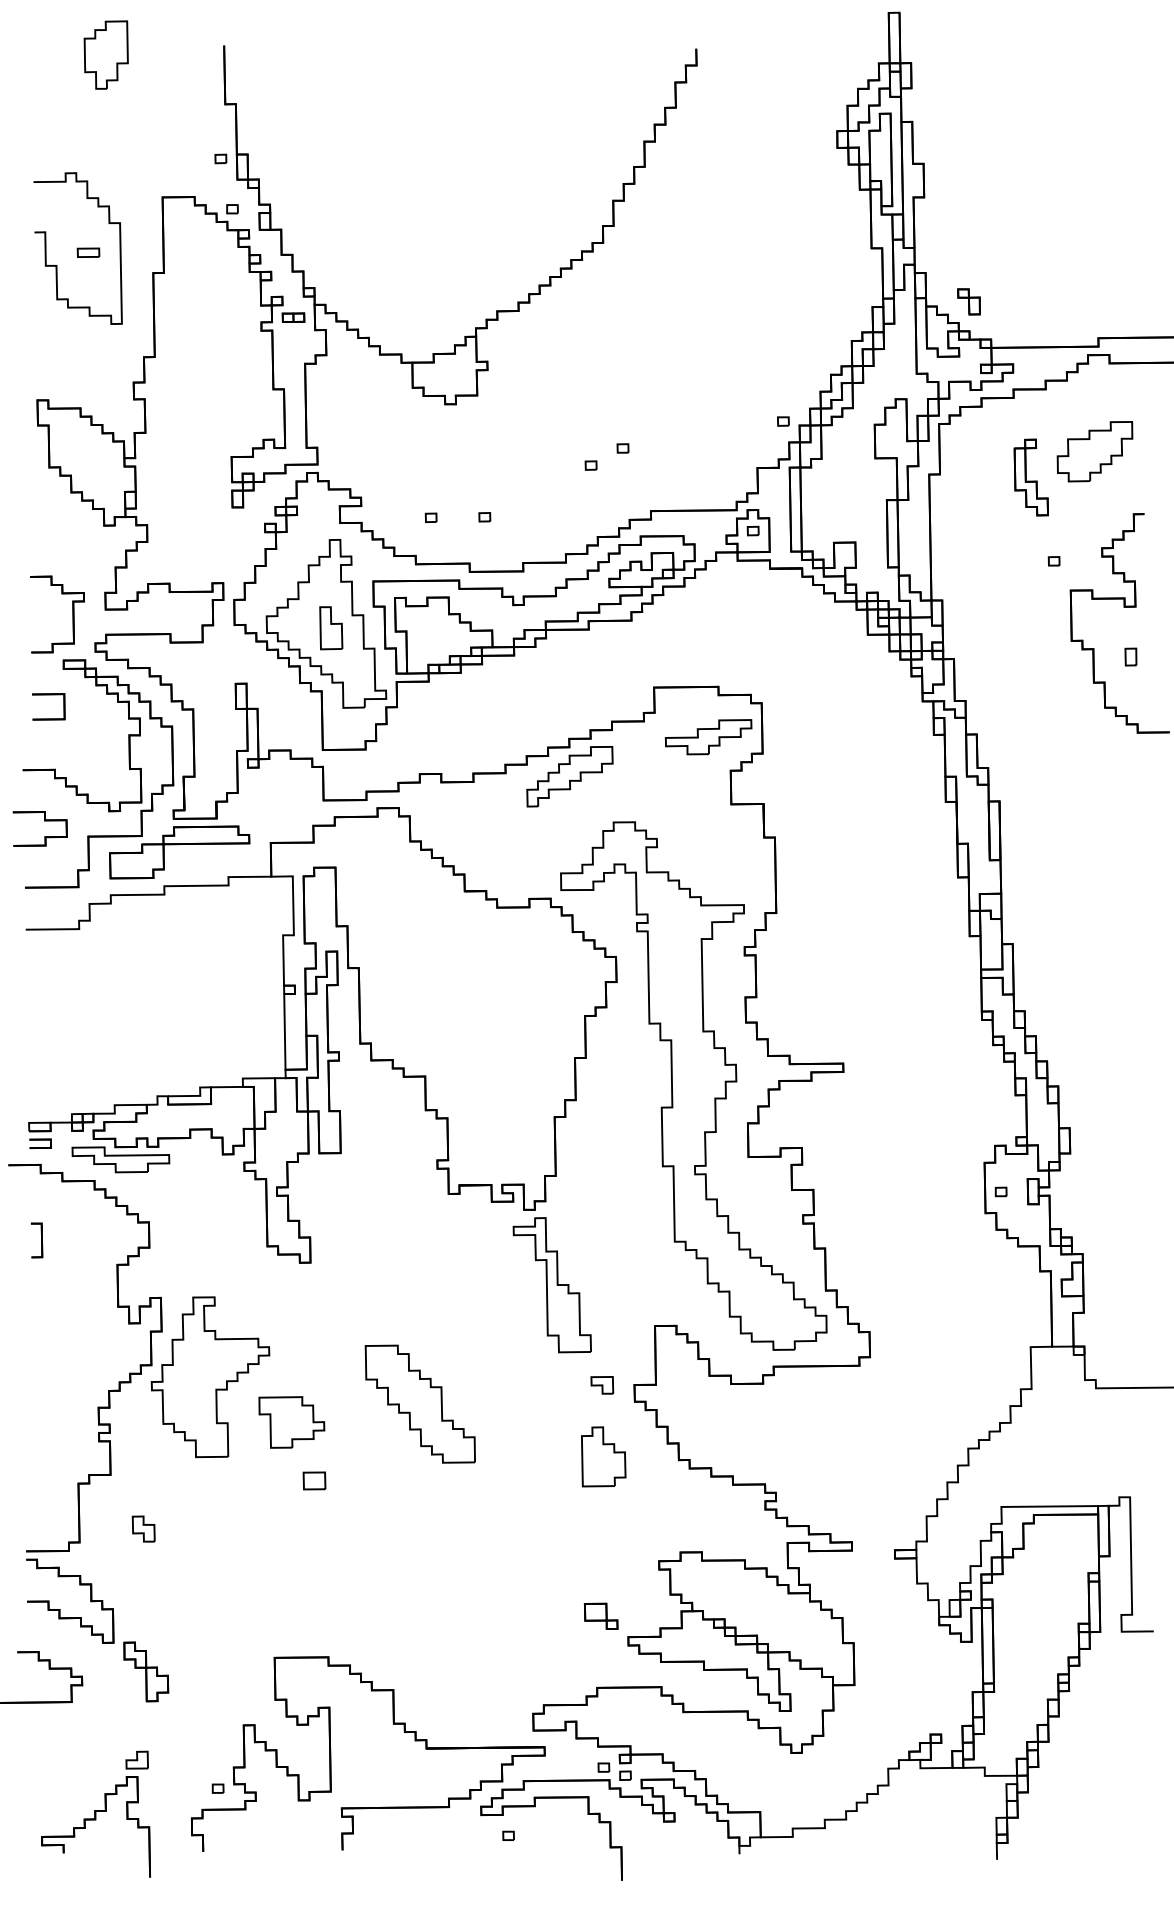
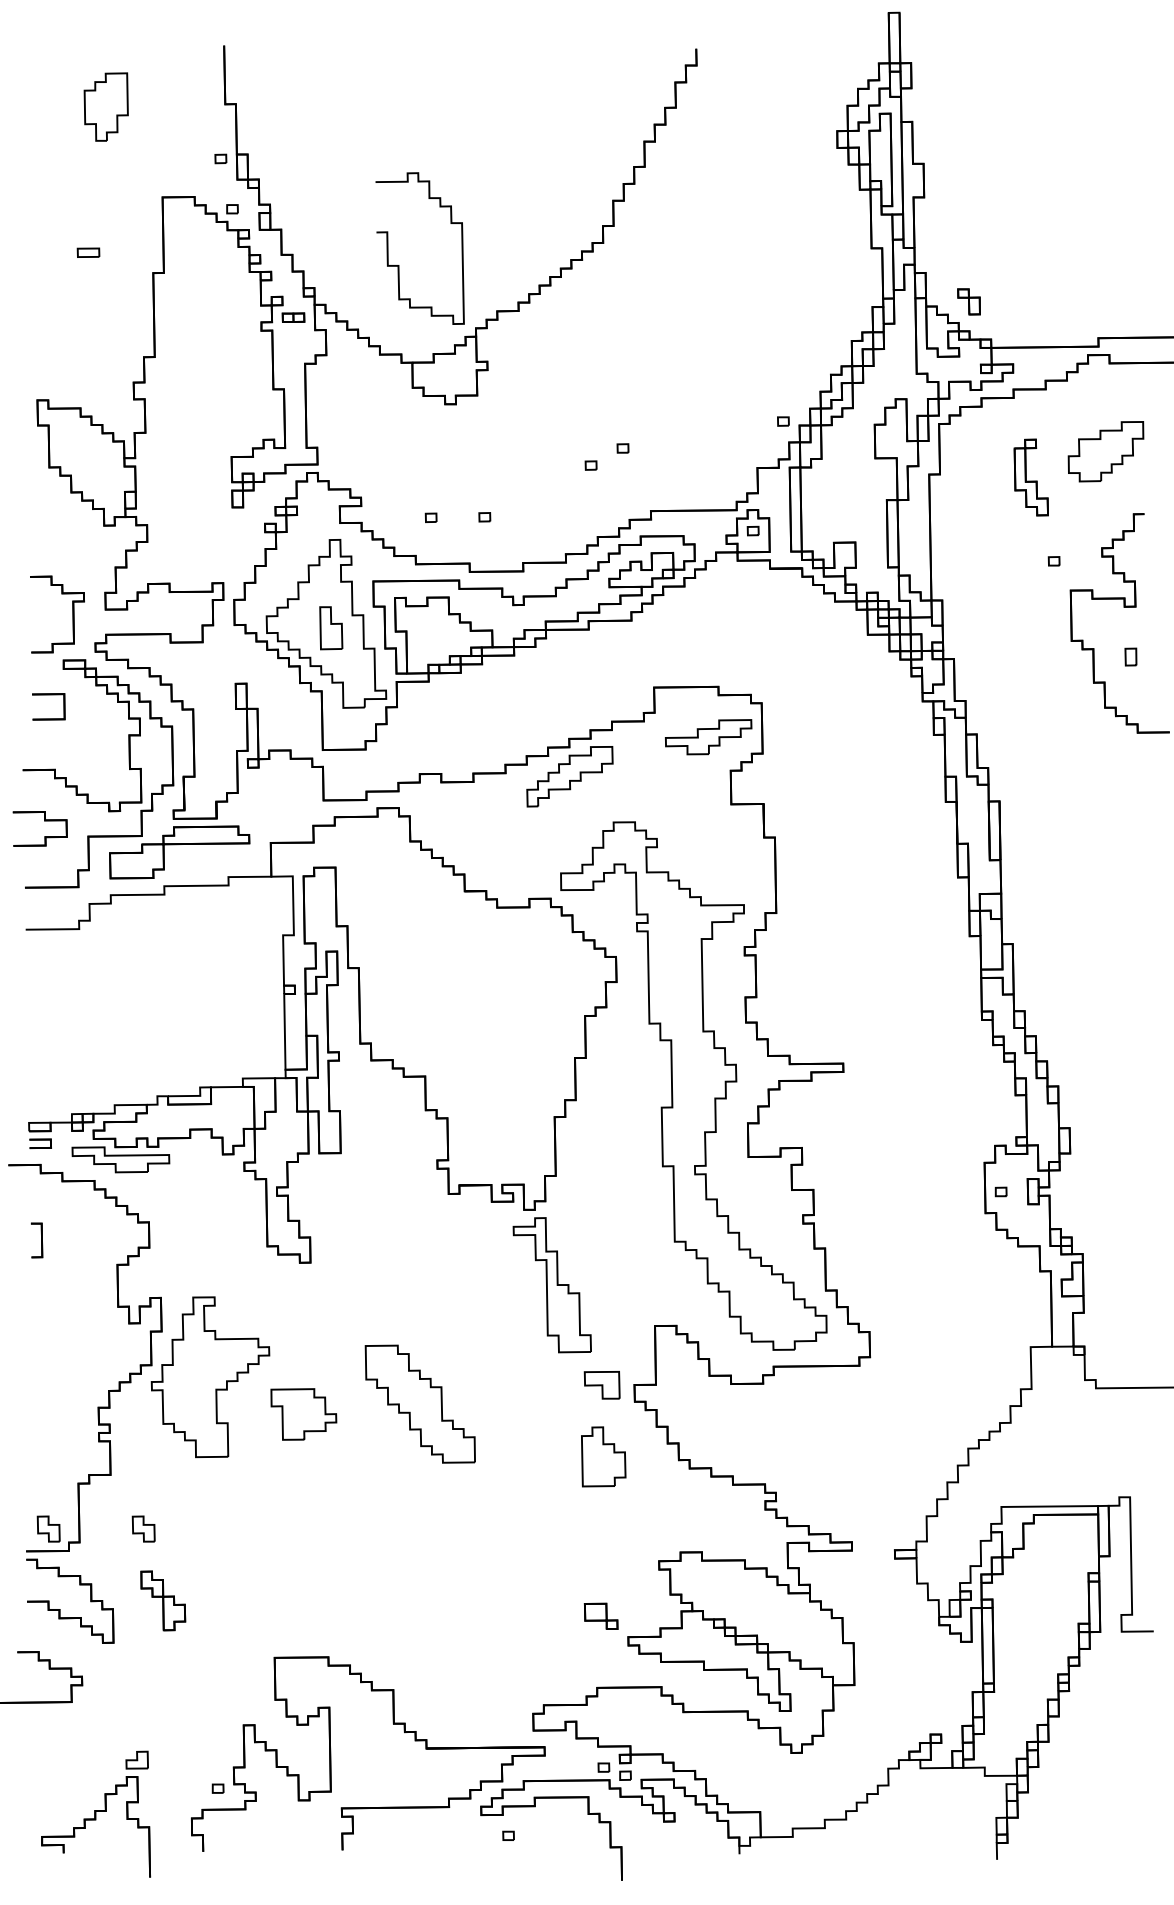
part at (105, 54) position: (105, 54) -> (105, 106)
curve at (57, 265) position: (57, 265) -> (399, 265)
part at (1094, 451) position: (1094, 451) -> (1105, 451)
part at (602, 1385) size: 25x19 px -> 38x29 px
part at (291, 1422) position: (291, 1422) -> (303, 1414)
part at (314, 1480): present -> none
part at (48, 1528): none -> present
part at (146, 1671) position: (146, 1671) -> (163, 1600)
